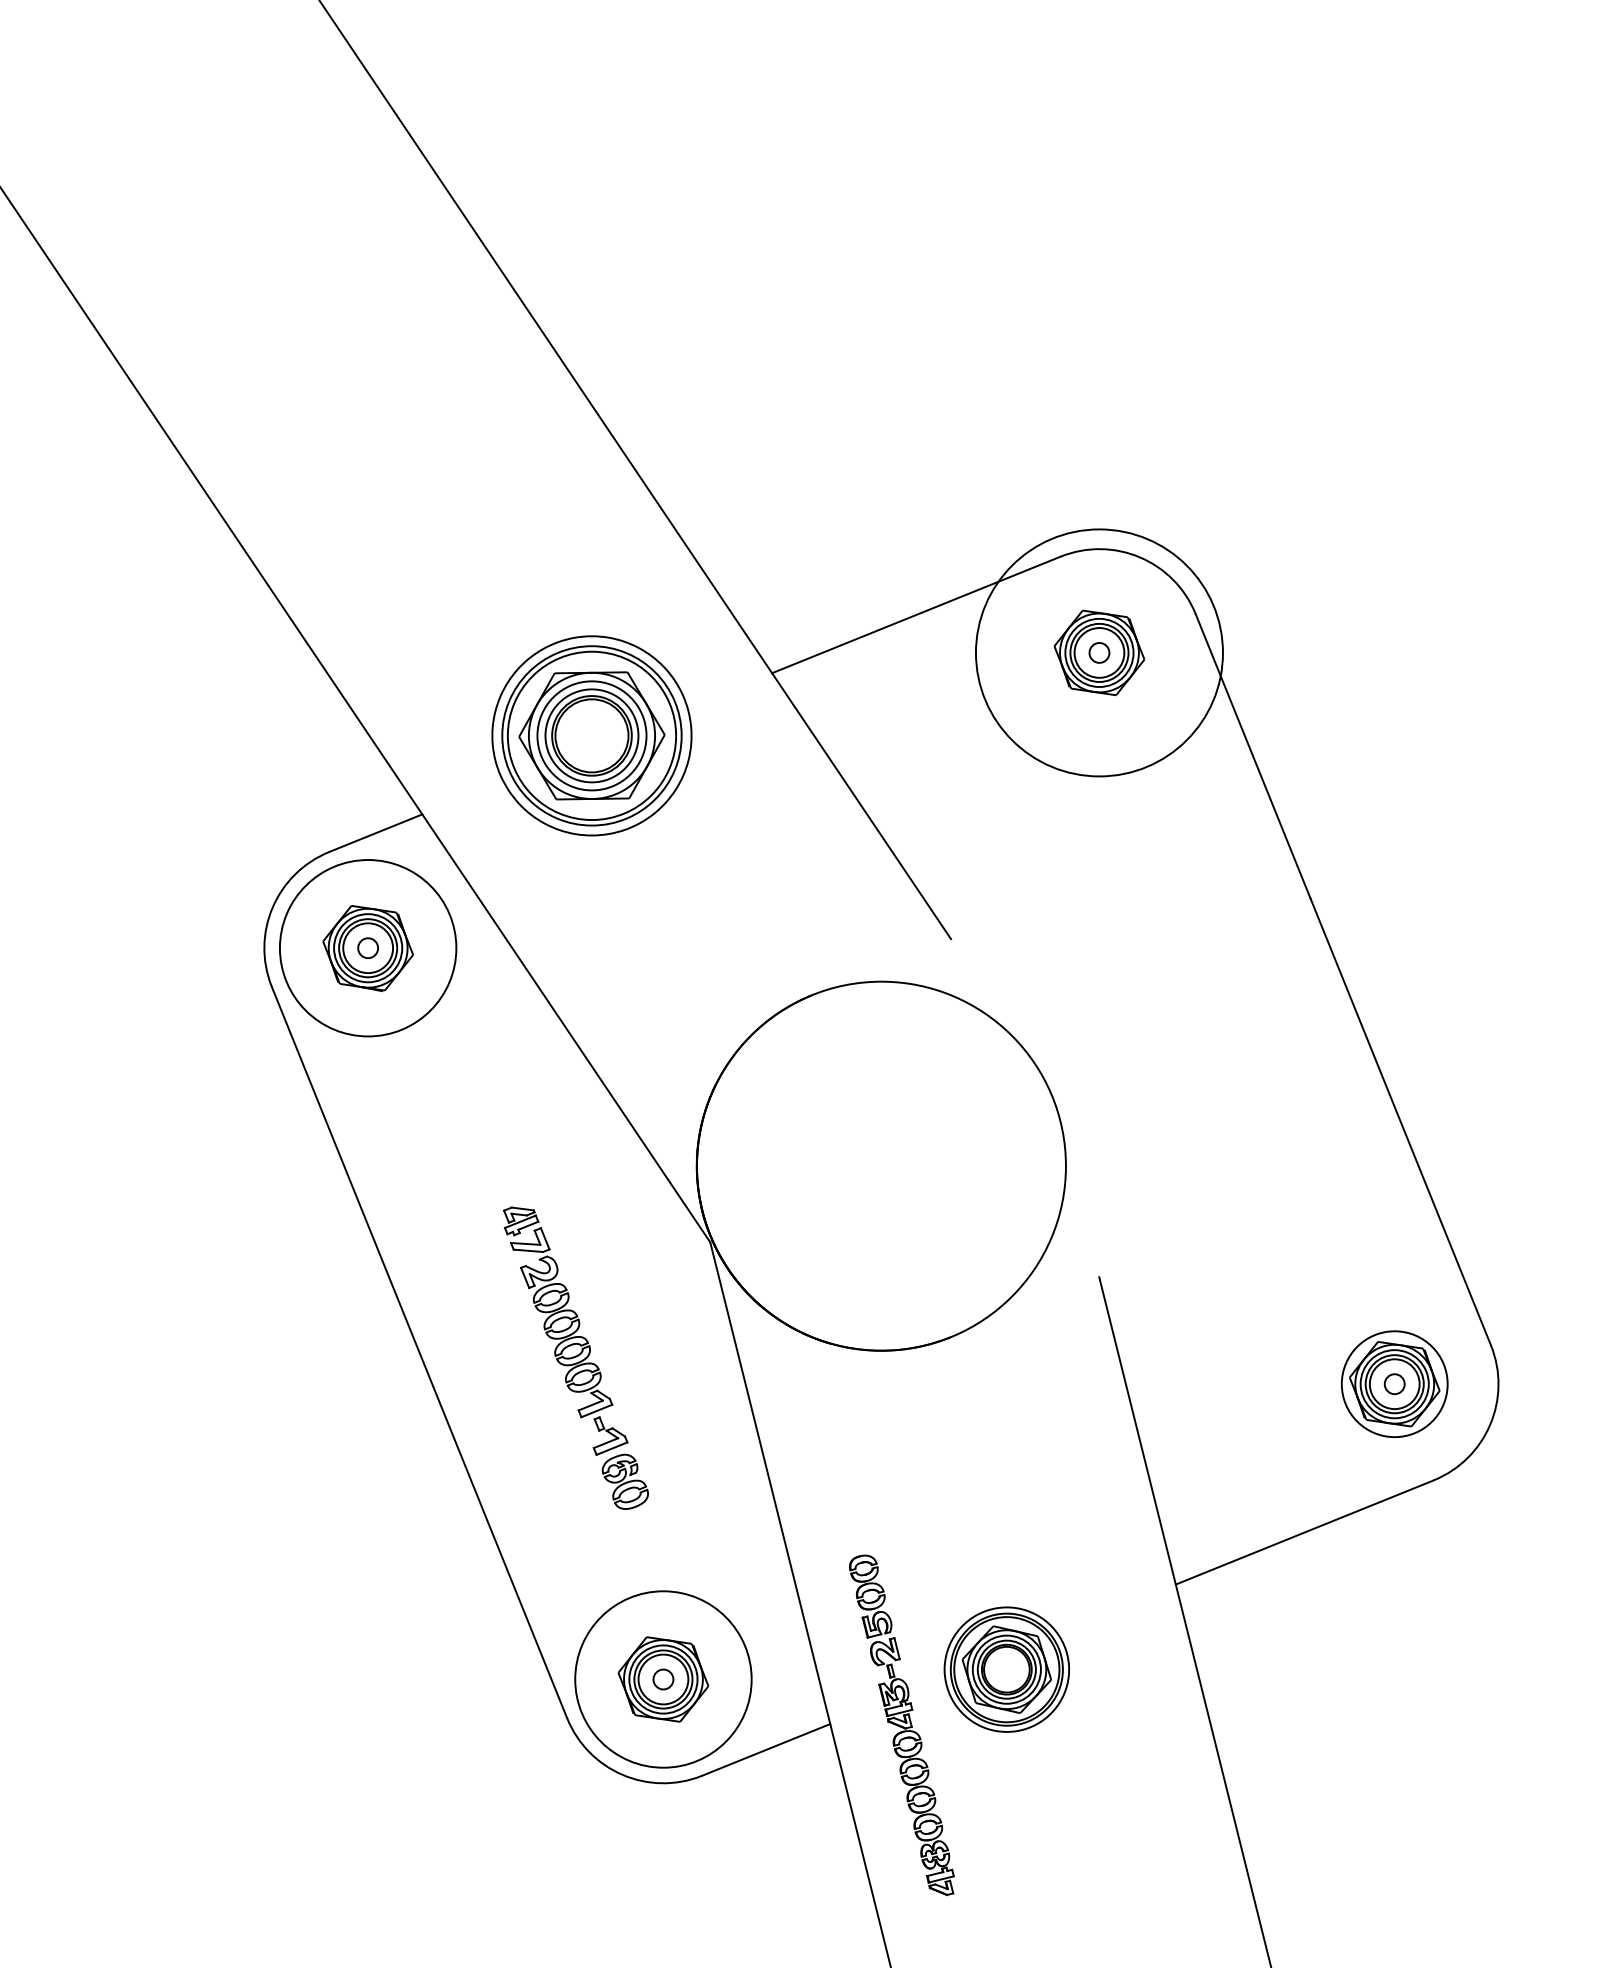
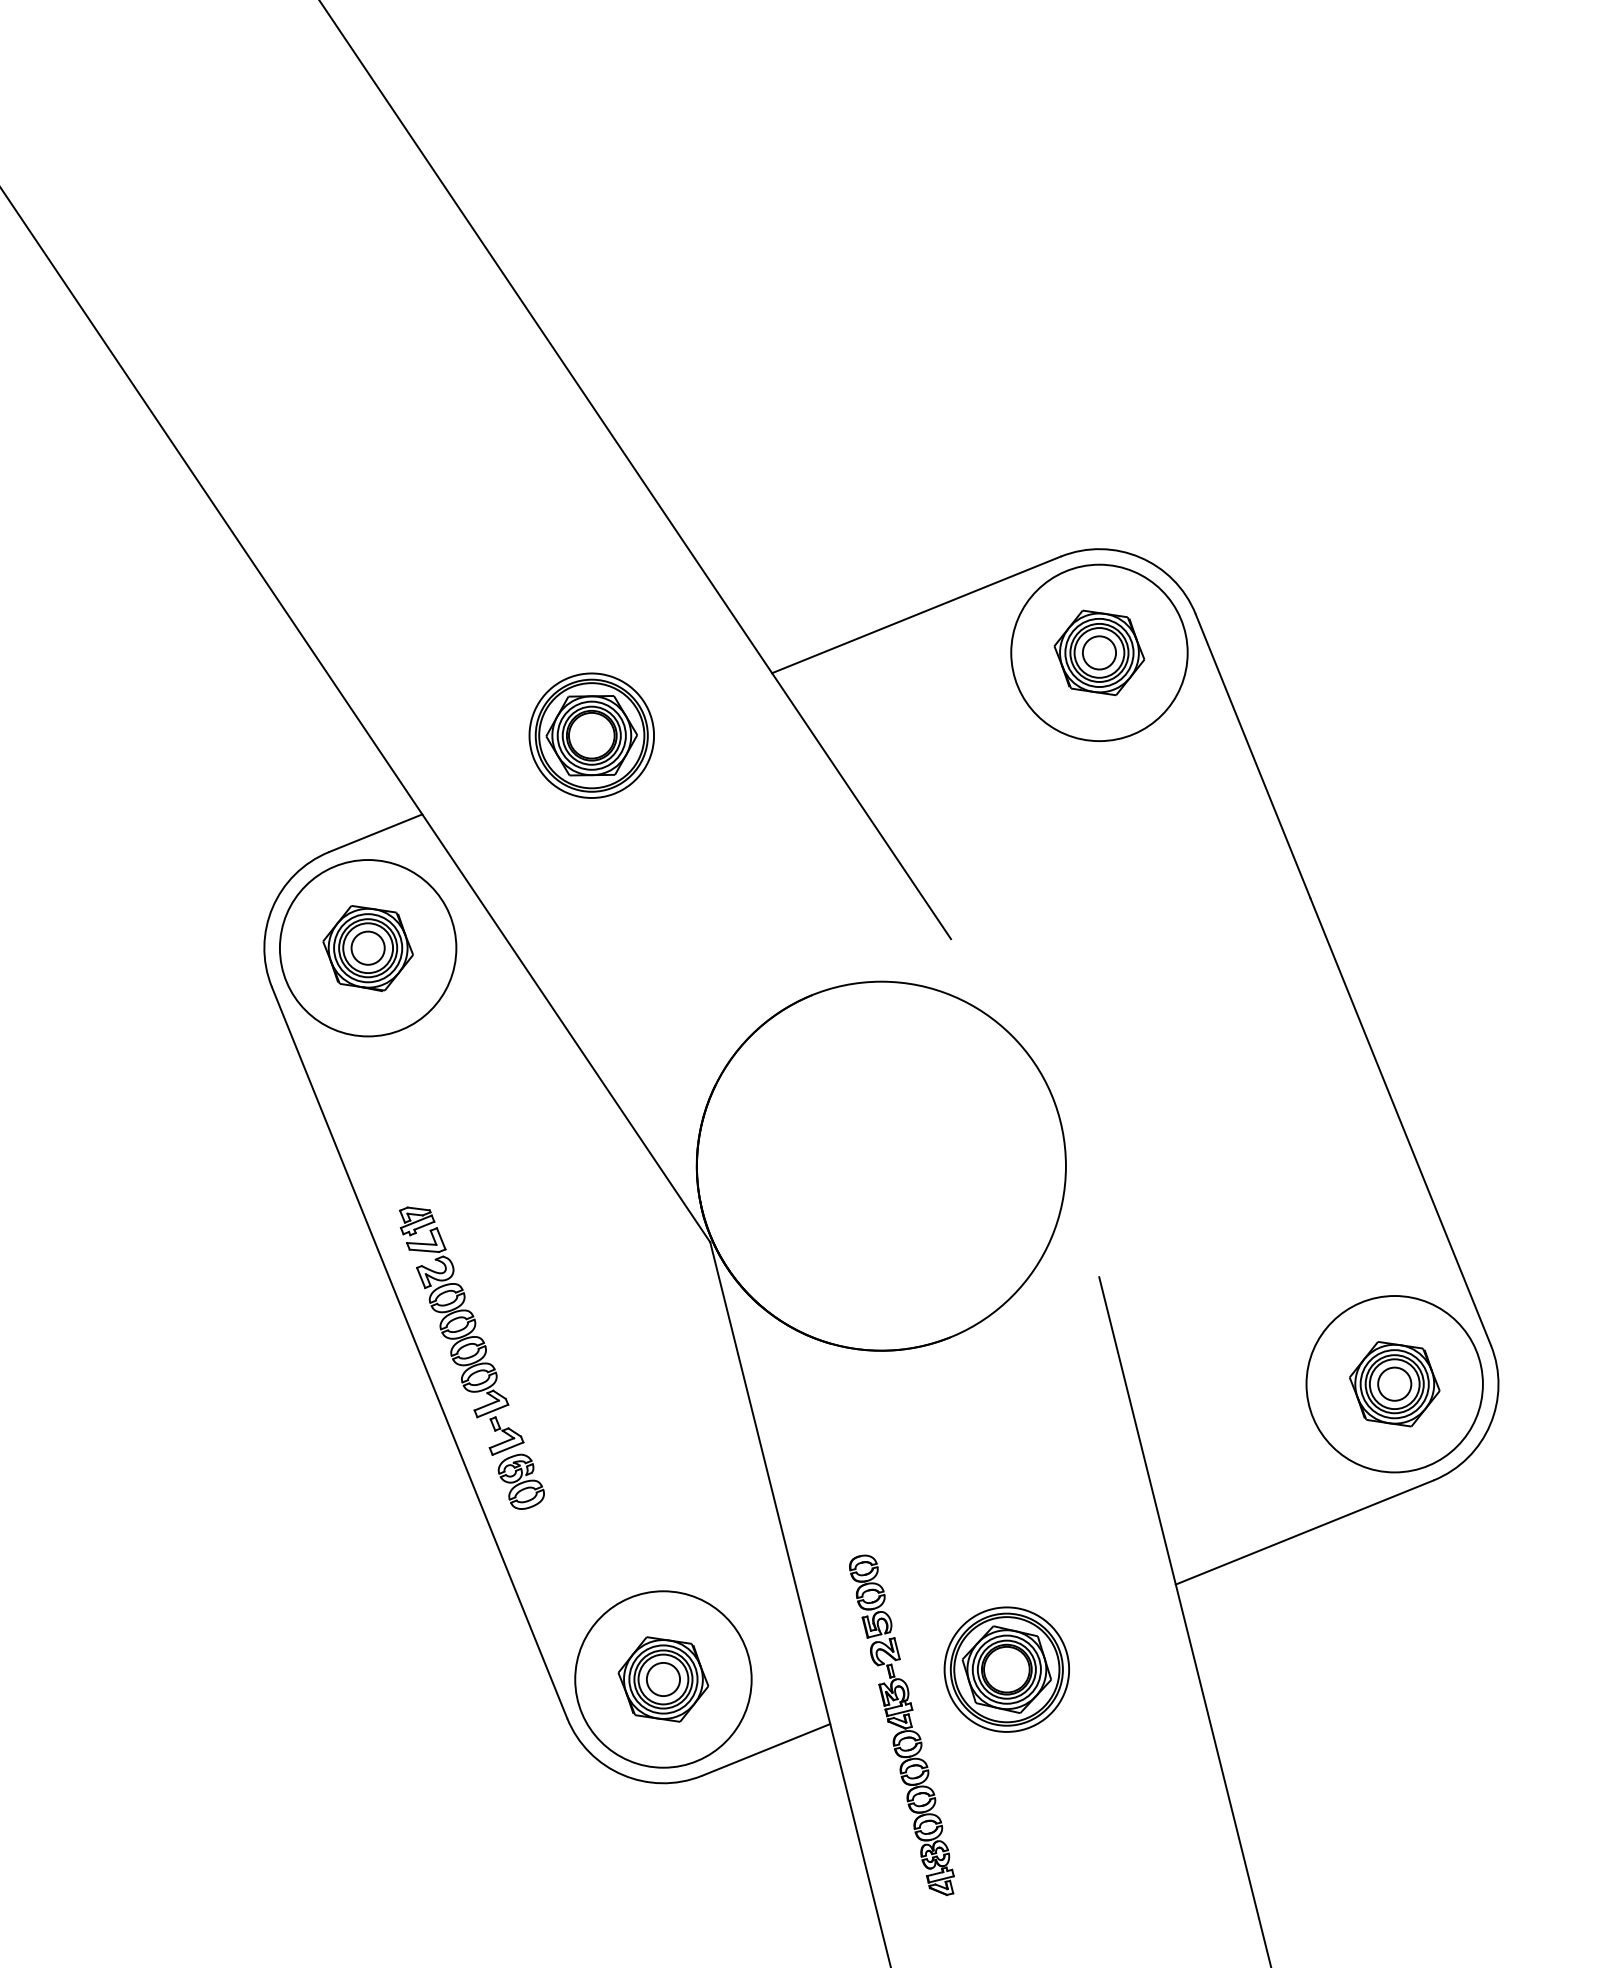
circle at (1098, 652) diameter: 247 px -> 176 px
circle at (1099, 652) diameter: 20 px -> 33 px
part at (591, 735) size: 202x202 px -> 127x127 px
circle at (368, 948) diameter: 20 px -> 33 px
part at (575, 1357) position: (575, 1357) -> (471, 1357)
circle at (1394, 1384) diameter: 106 px -> 176 px
circle at (1394, 1384) diameter: 20 px -> 33 px
circle at (663, 1679) diameter: 20 px -> 33 px
